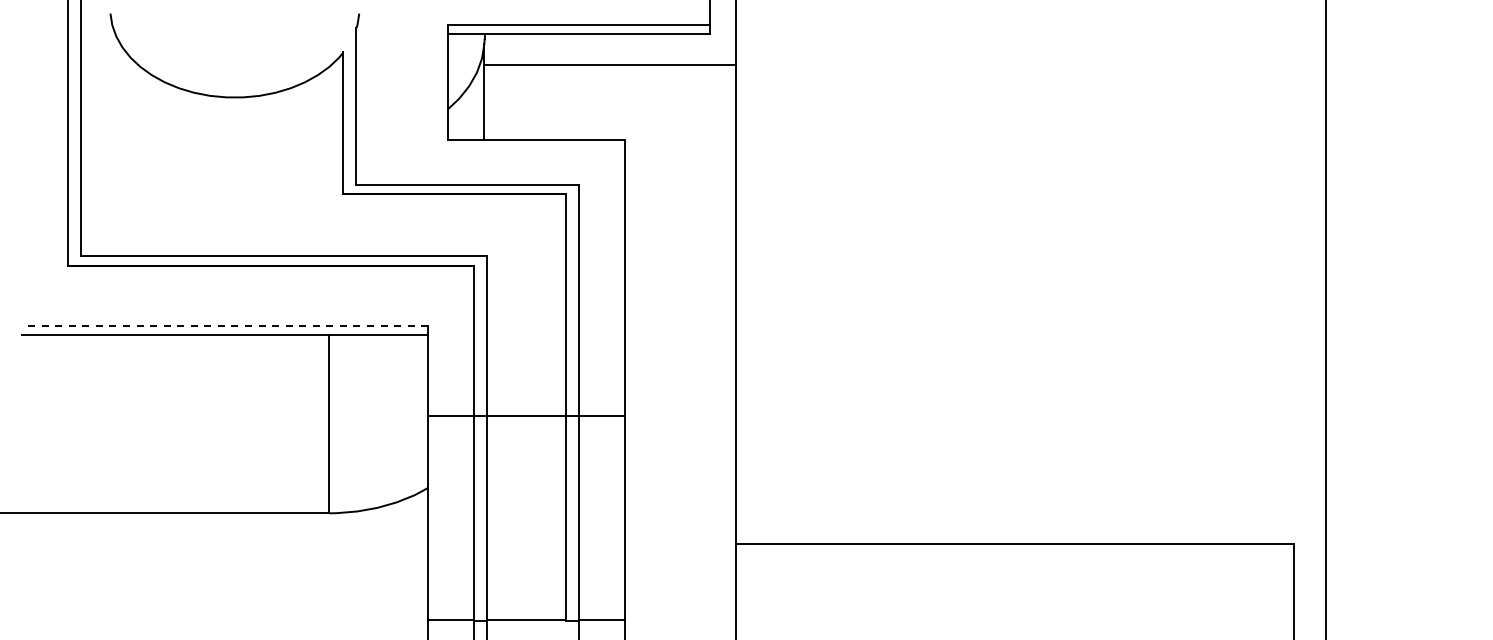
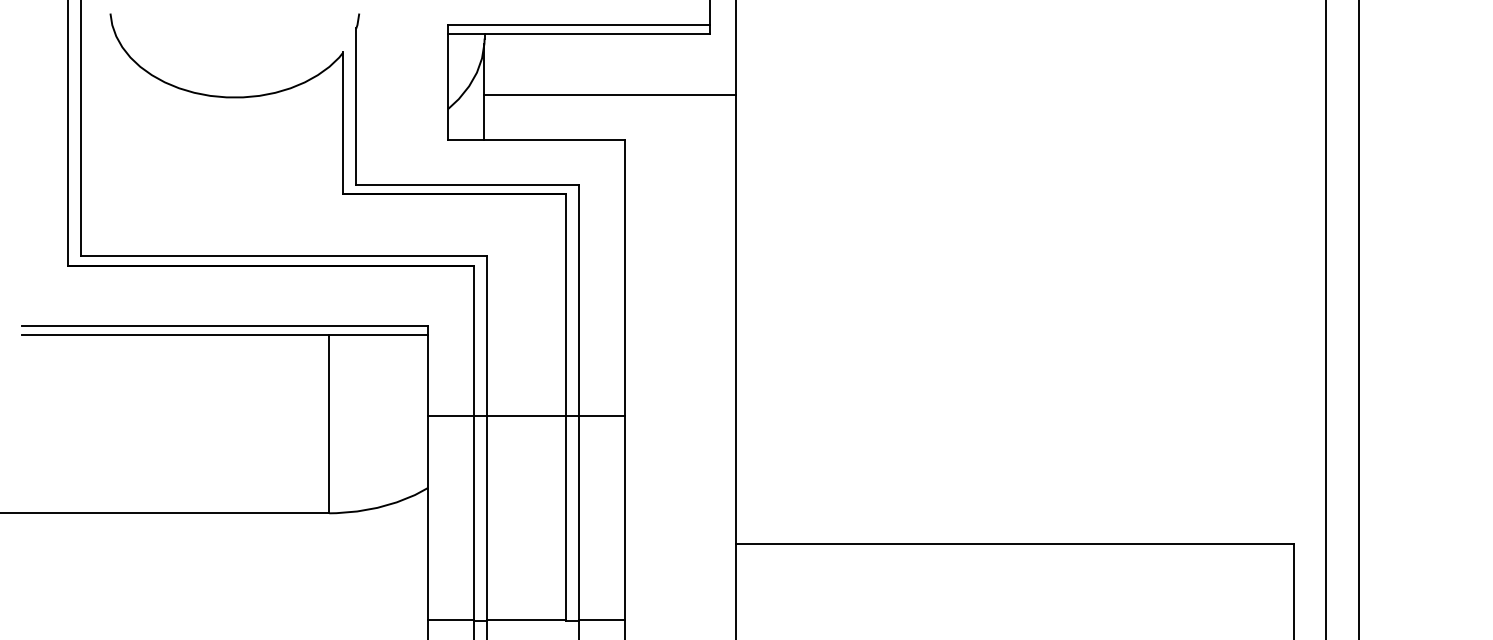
line at (610, 65) position: (610, 65) -> (610, 95)
line at (1359, 319): none -> present
line at (224, 325): dashed -> solid
